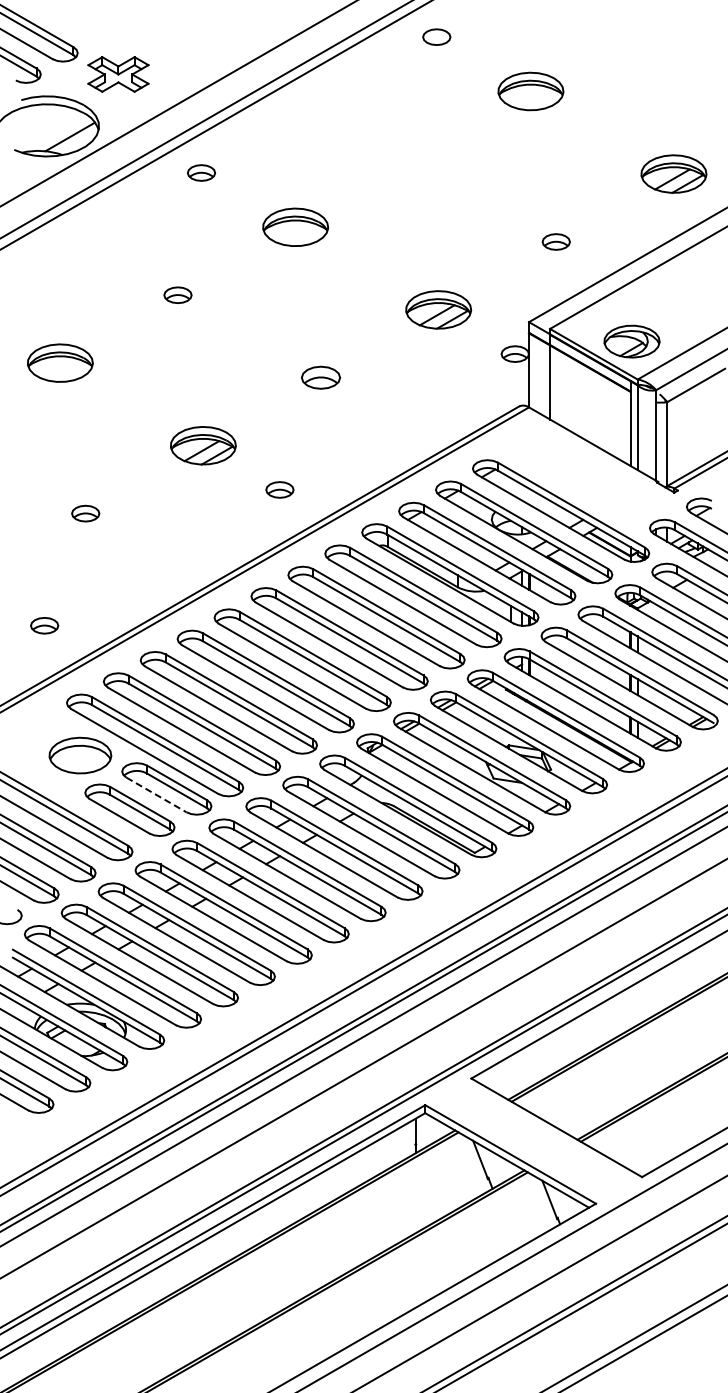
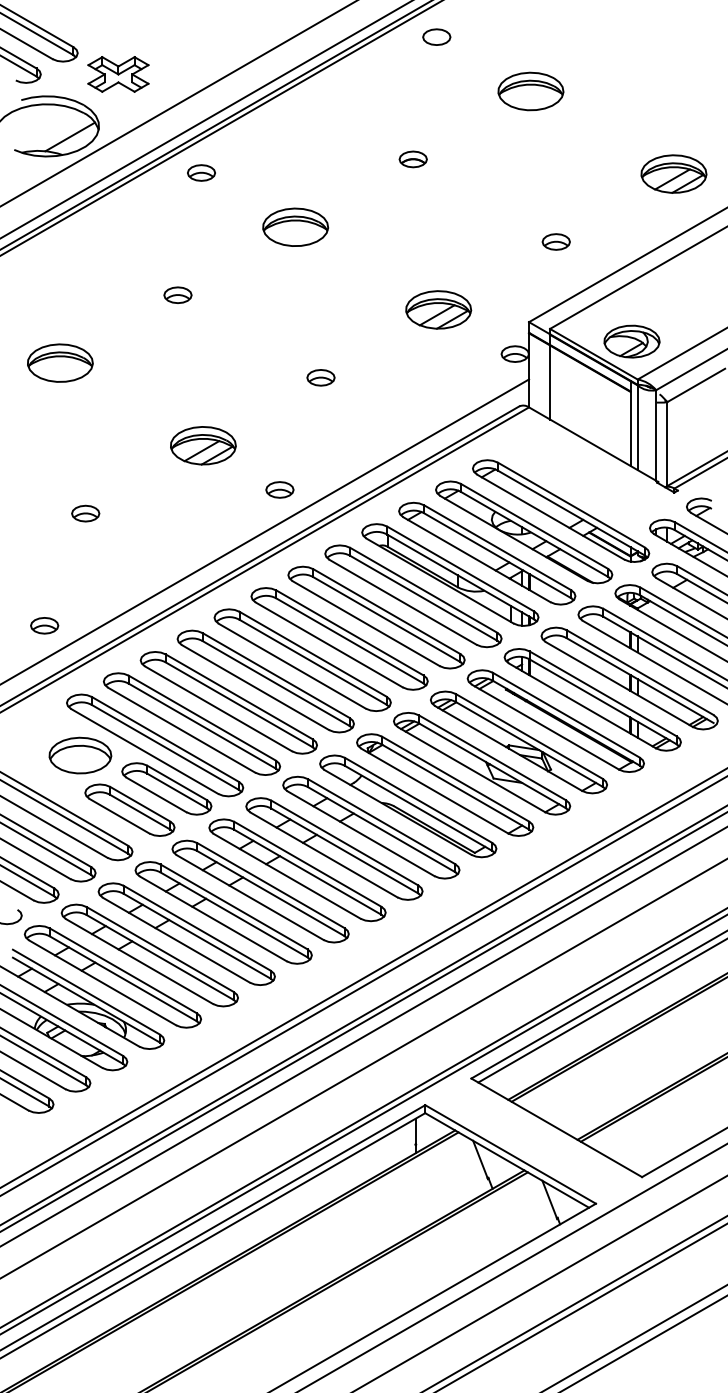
line at (220, 128): none -> present
part at (412, 159): none -> present
part at (320, 377) size: 40x25 px -> 30x18 px
line at (265, 531): none -> present
line at (156, 794): dashed -> solid
line at (601, 1011): none -> present
